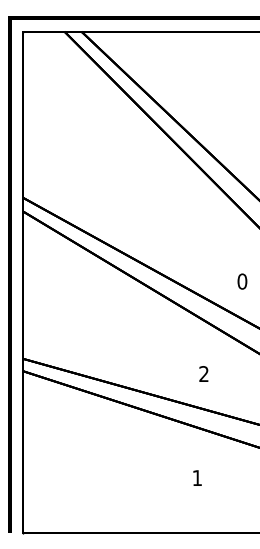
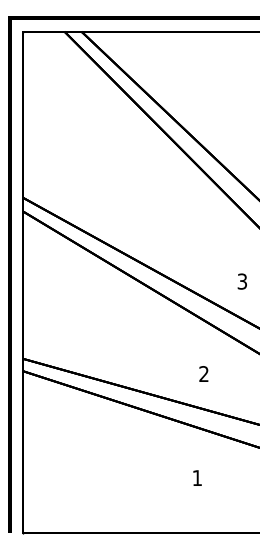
text at (242, 281): 0 -> 3
